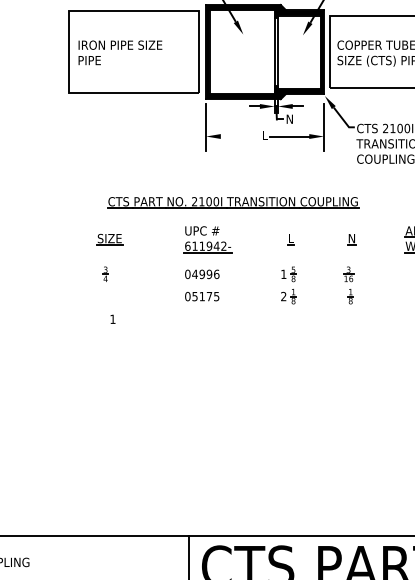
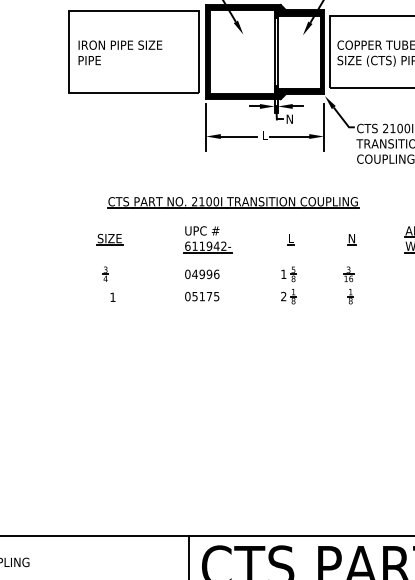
line at (236, 136): none -> present
text at (112, 318) position: (112, 318) -> (112, 296)
